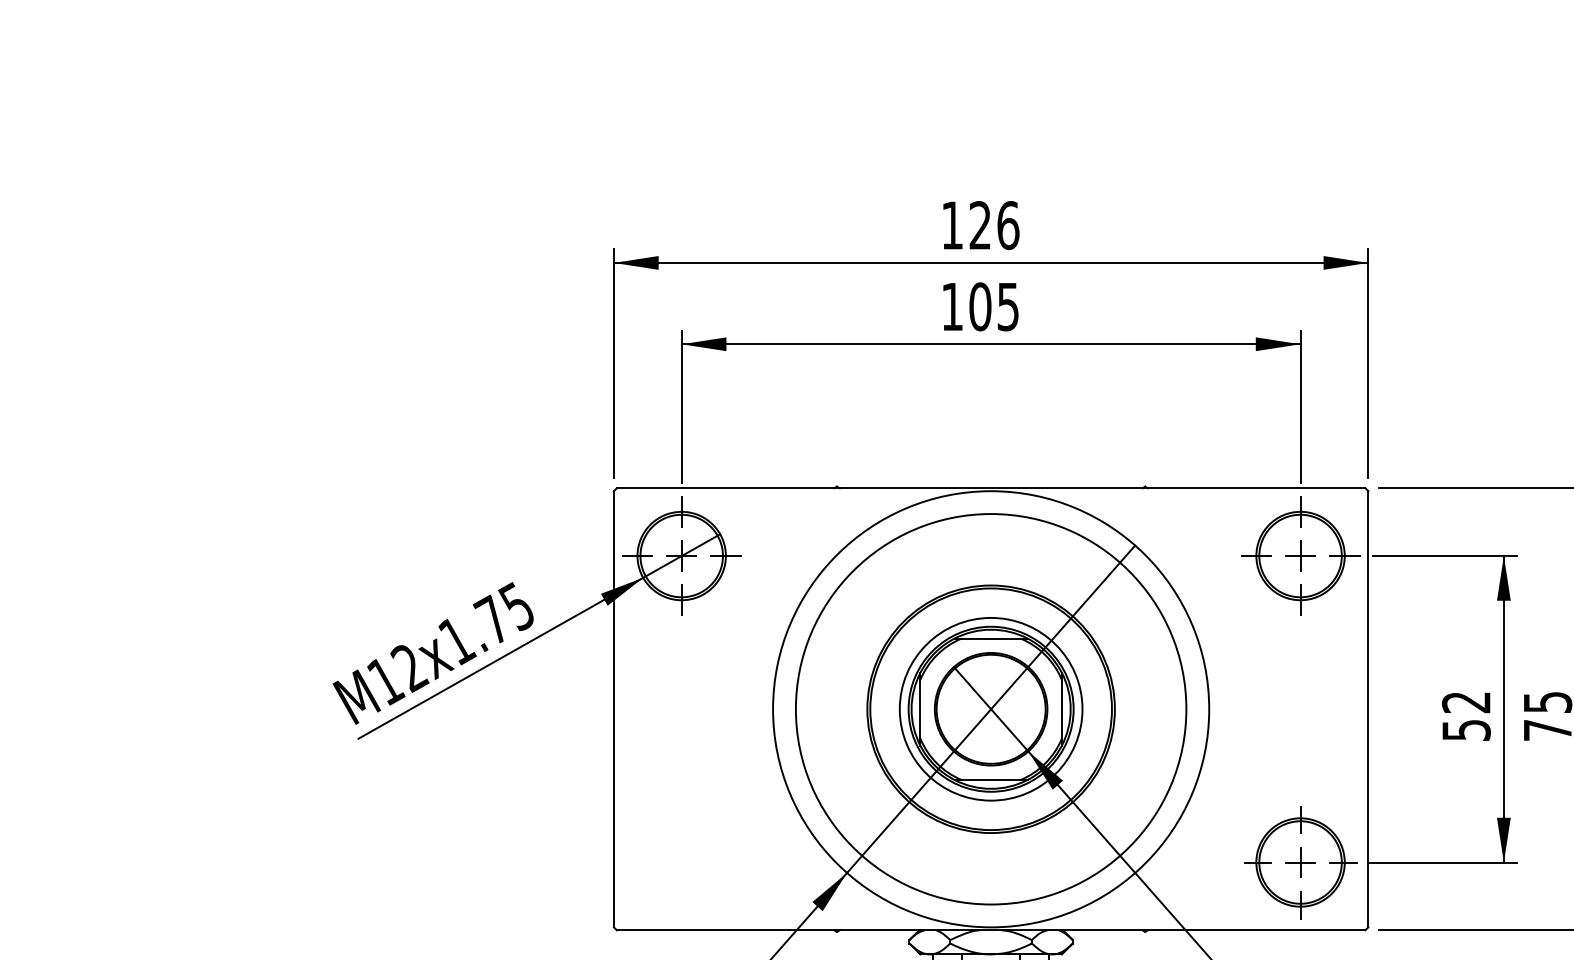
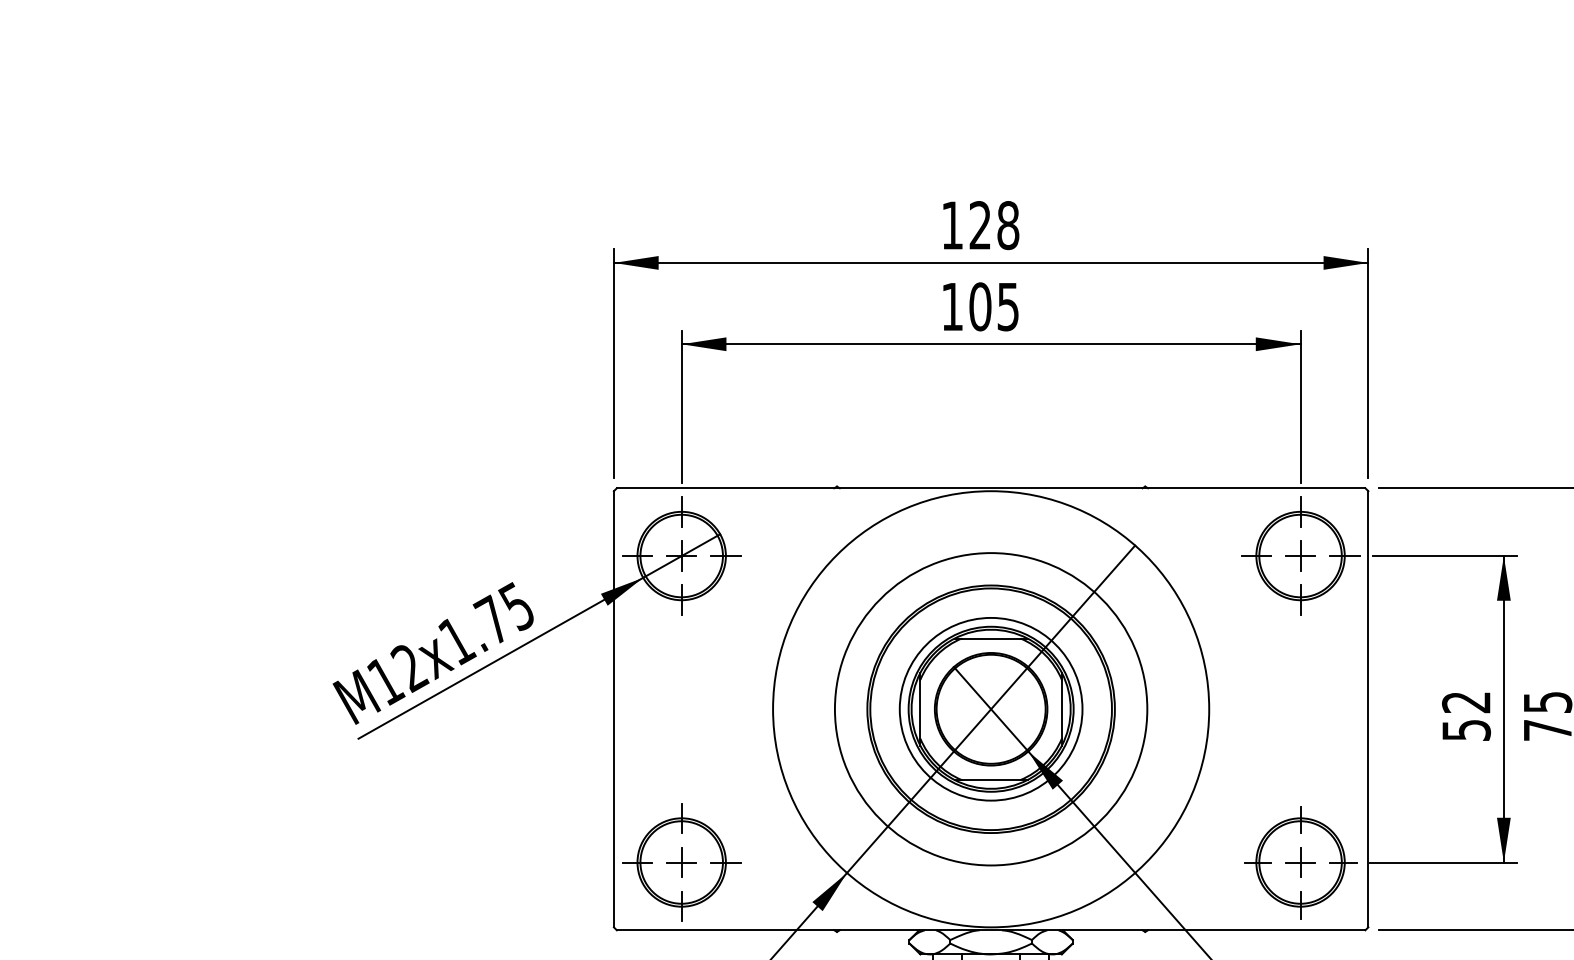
text at (1008, 225): 126 -> 128
circle at (990, 709) diameter: 390 px -> 312 px
part at (681, 862): none -> present
